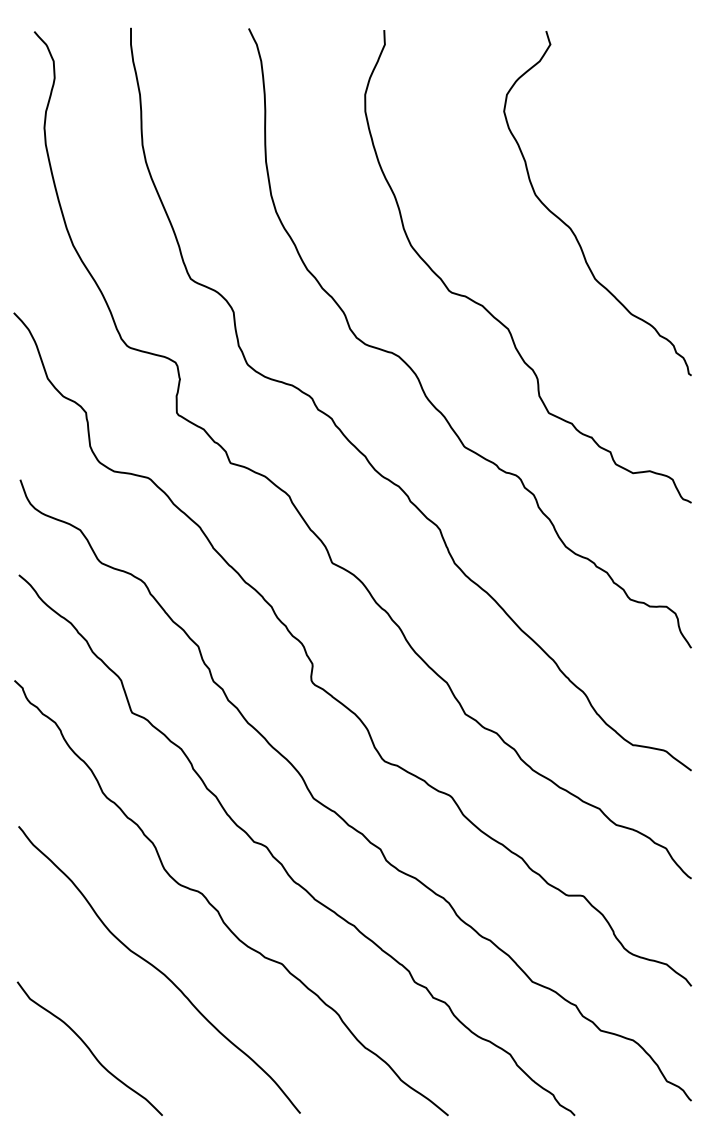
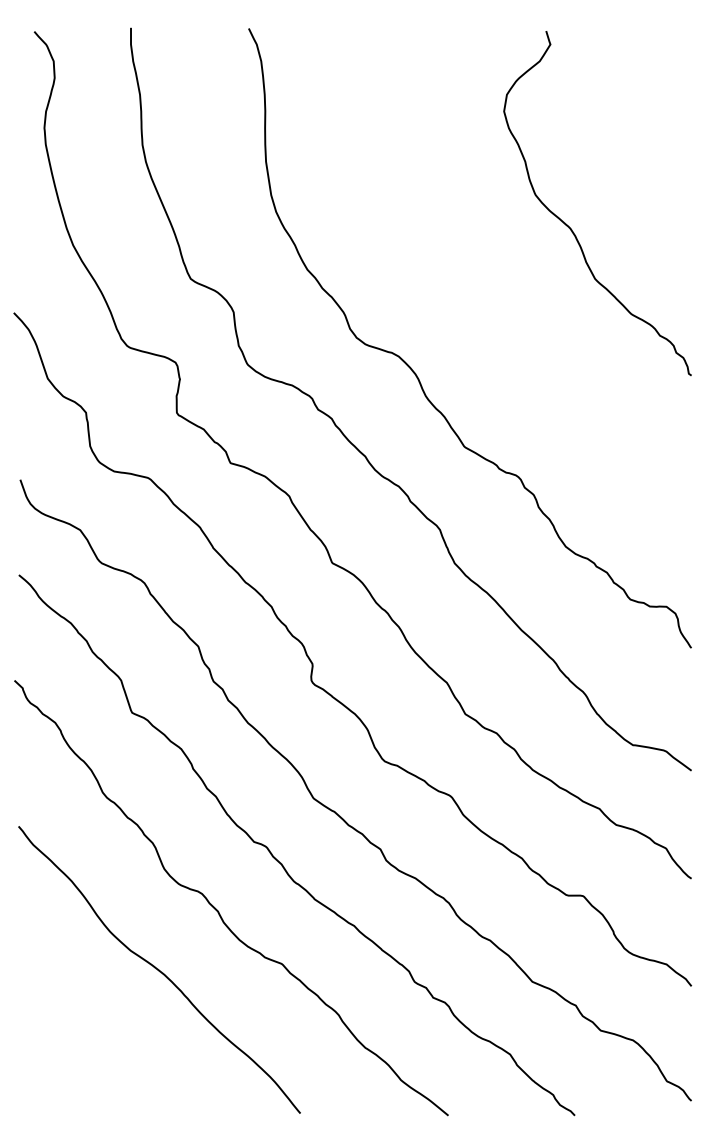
curve at (485, 307): present -> none
curve at (89, 1048): present -> none
